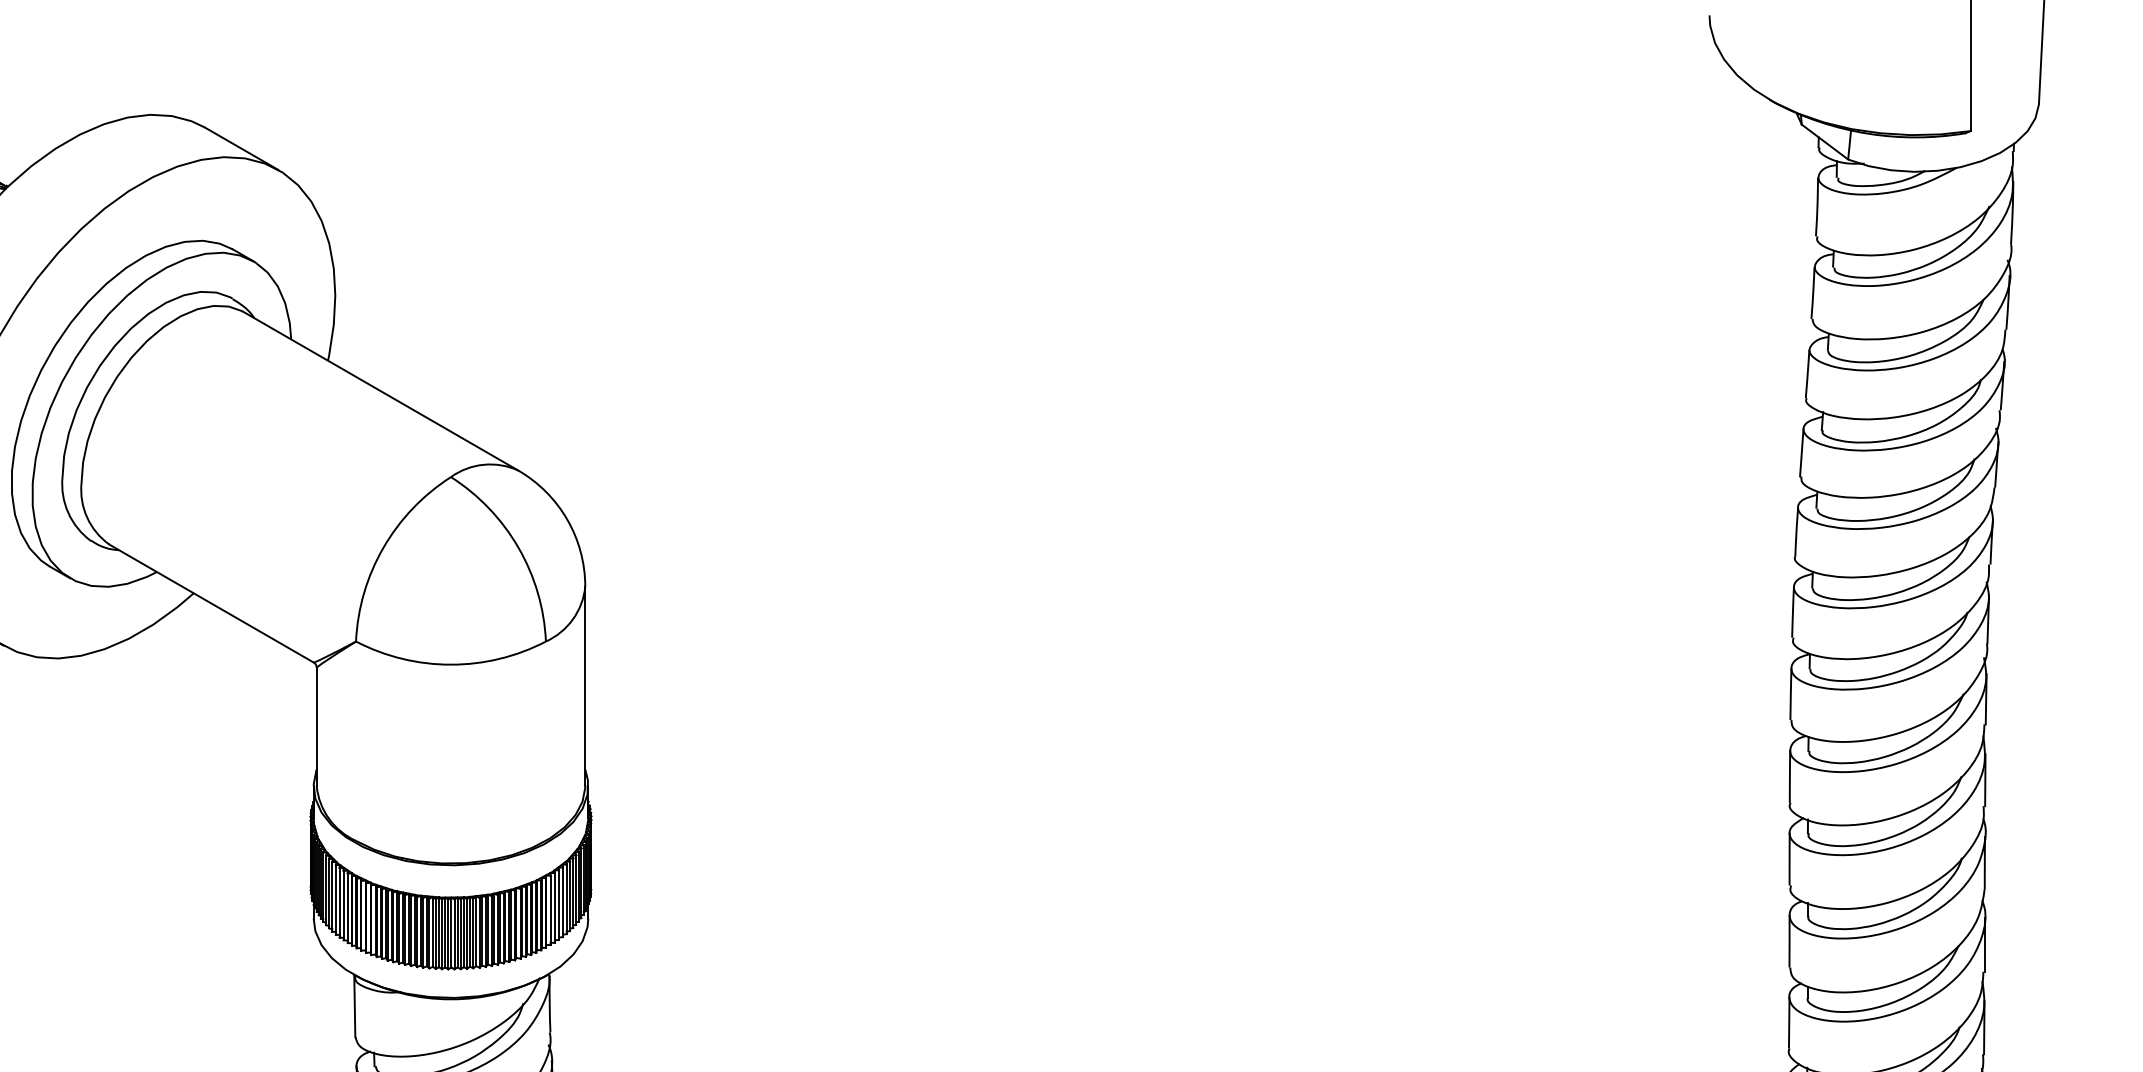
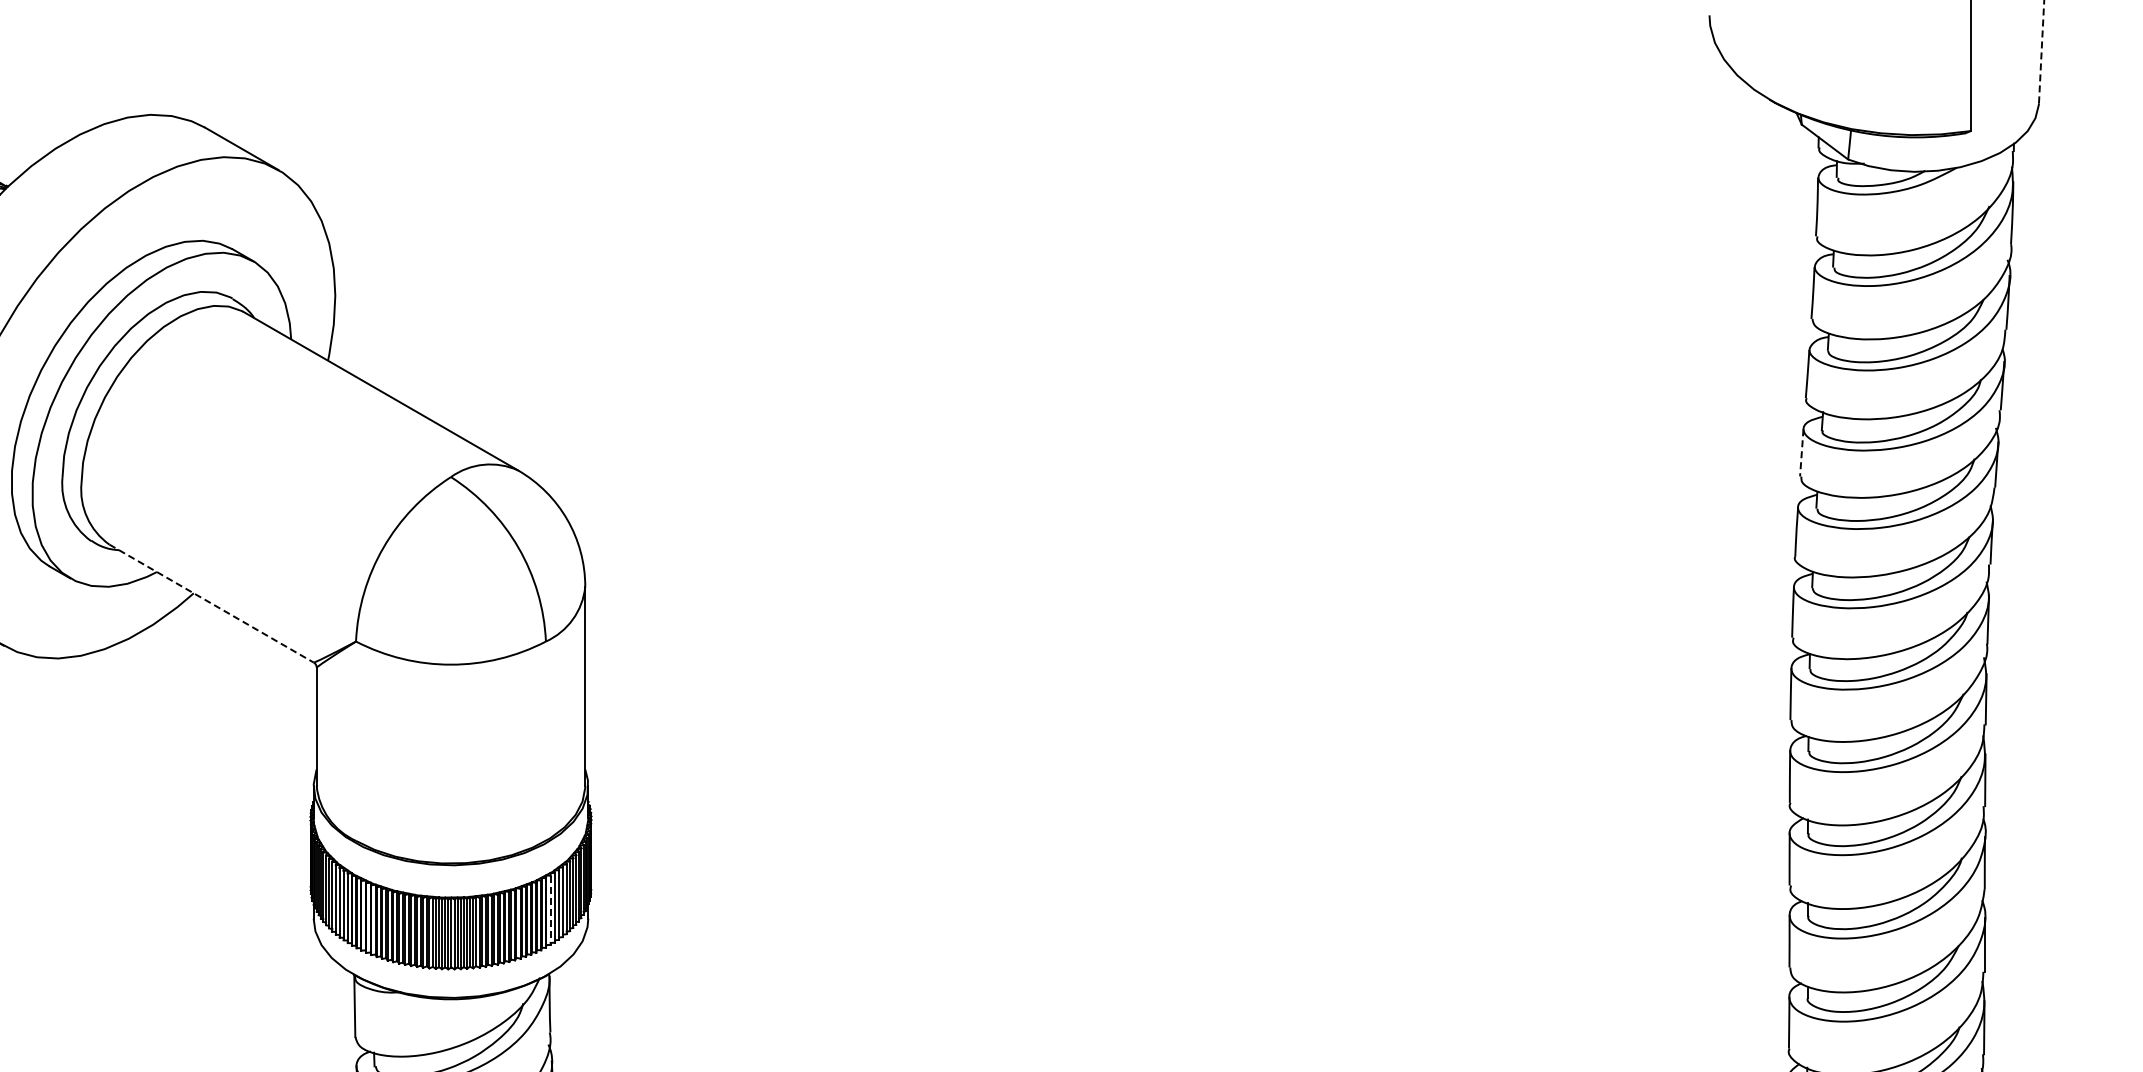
line at (2041, 51): solid -> dashed
line at (1801, 452): solid -> dashed
line at (211, 603): solid -> dashed
line at (550, 910): solid -> dashed
